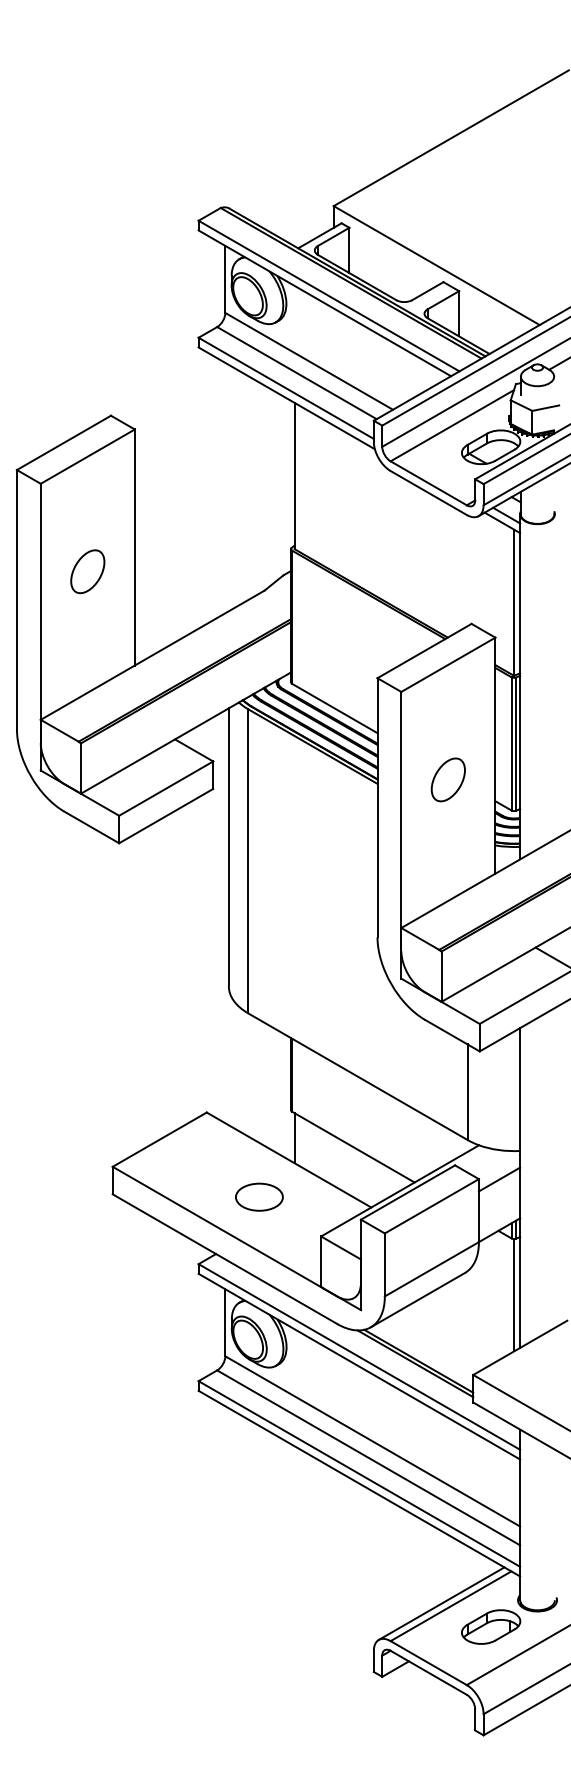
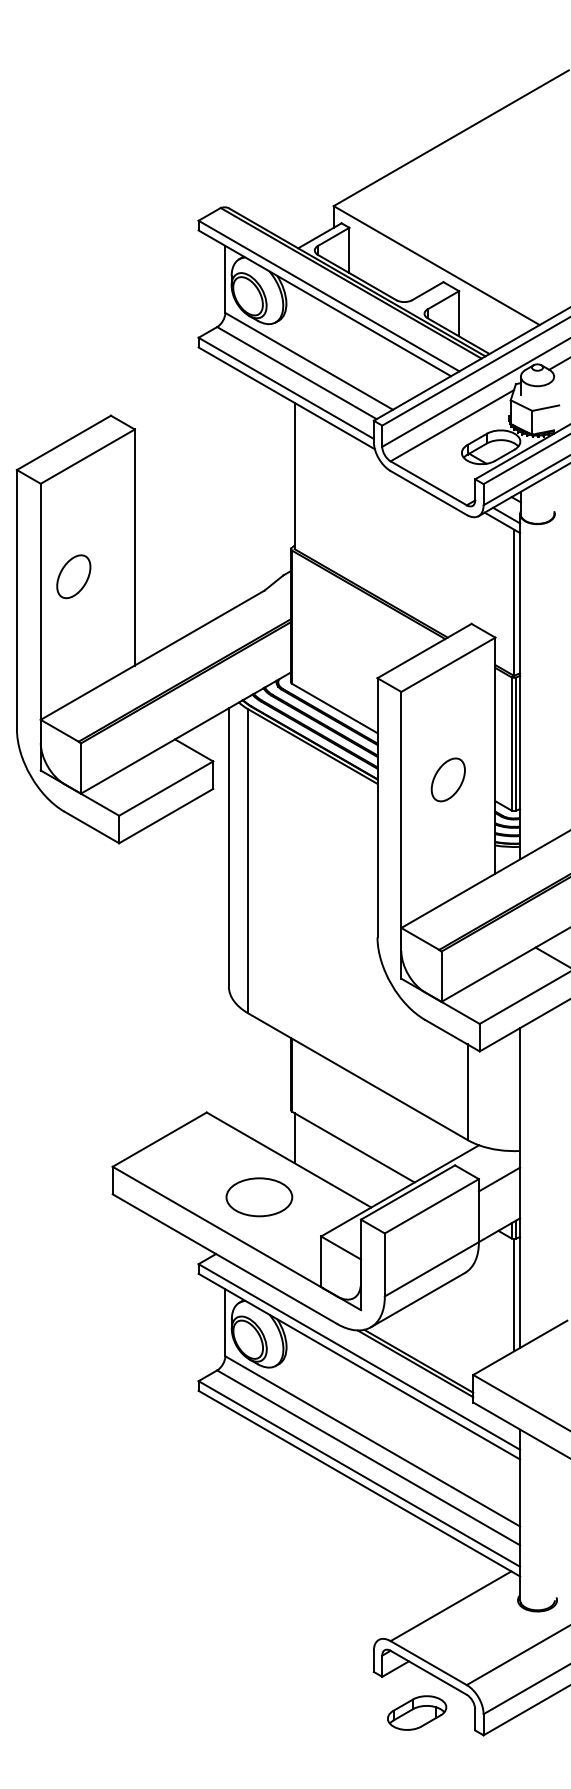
part at (87, 571) position: (87, 571) -> (73, 576)
part at (259, 1196) size: 49x30 px -> 69x41 px
line at (441, 1603): present -> none
part at (491, 1626) position: (491, 1626) -> (417, 1712)
